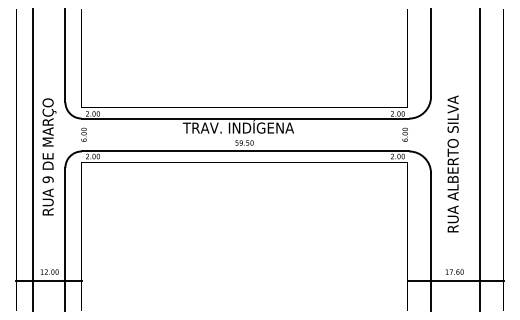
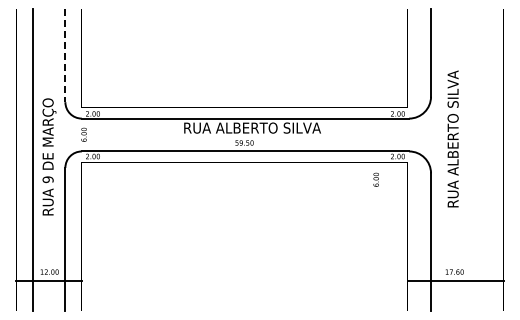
line at (65, 56): solid -> dashed
text at (251, 126): TRAV. INDÍGENA -> RUA ALBERTO SILVA
text at (404, 134) position: (404, 134) -> (375, 179)
line at (480, 159): present -> none
text at (452, 163) position: (452, 163) -> (452, 138)
